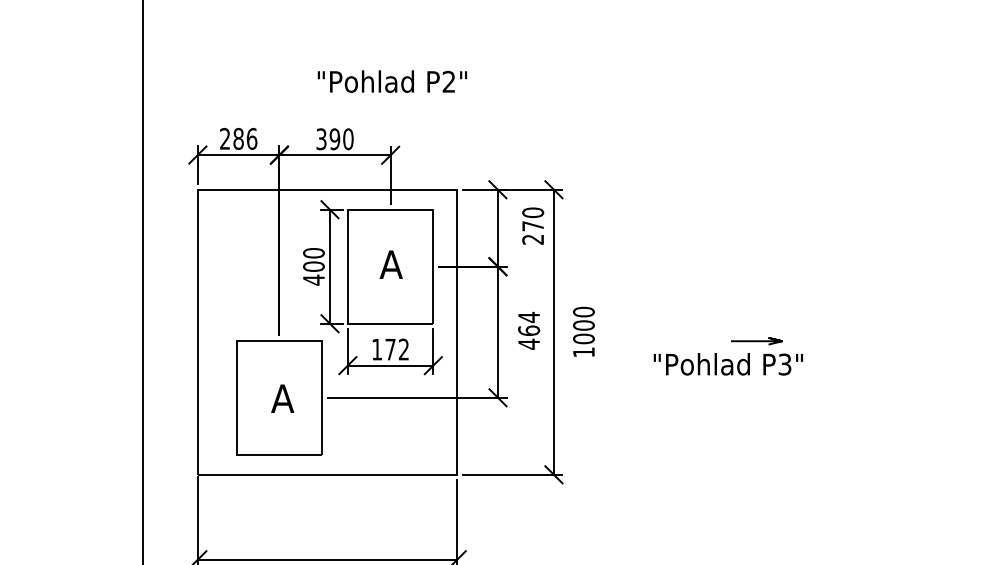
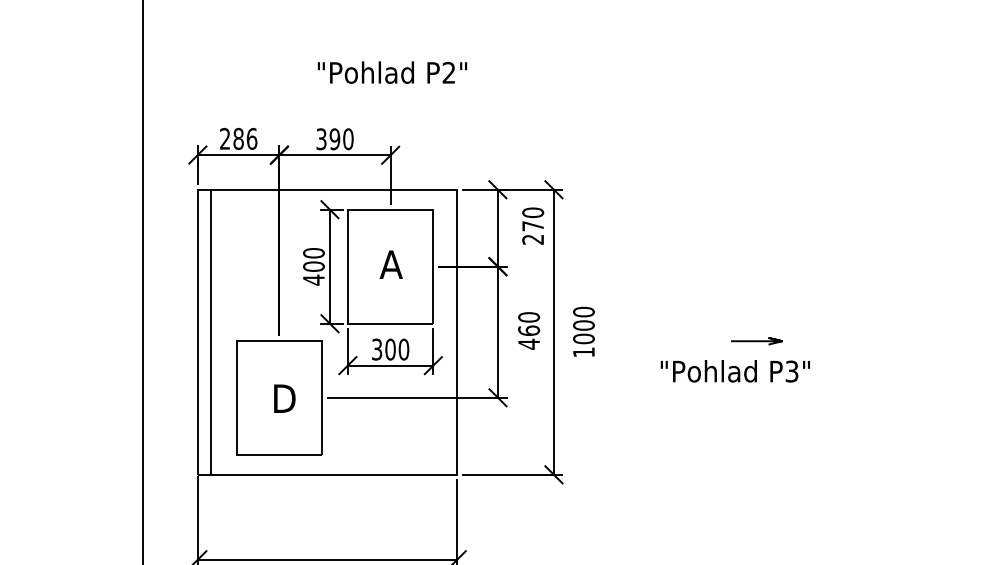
text at (392, 81) position: (392, 81) -> (392, 72)
text at (529, 316): 464 -> 460
line at (210, 331): none -> present
text at (390, 349): 172 -> 300
text at (727, 364) position: (727, 364) -> (734, 371)
text at (283, 398): A -> D
